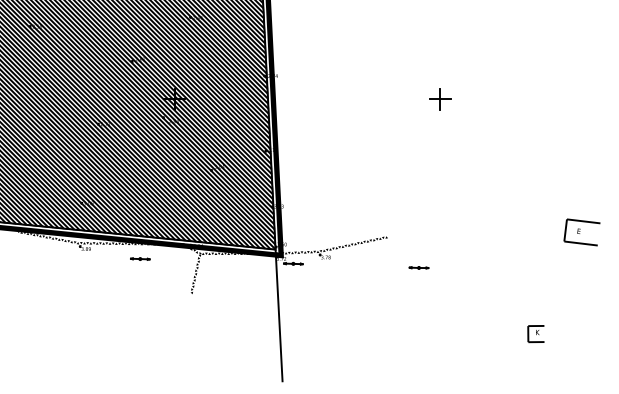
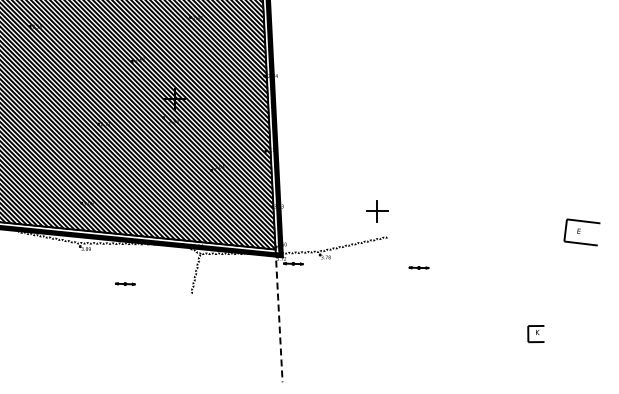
part at (440, 99) position: (440, 99) -> (377, 211)
line at (140, 258) position: (140, 258) -> (125, 283)
line at (279, 316): solid -> dashed
